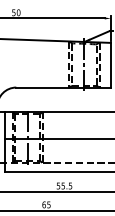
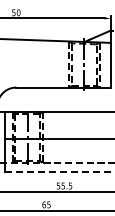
line at (59, 171): solid -> dashed
